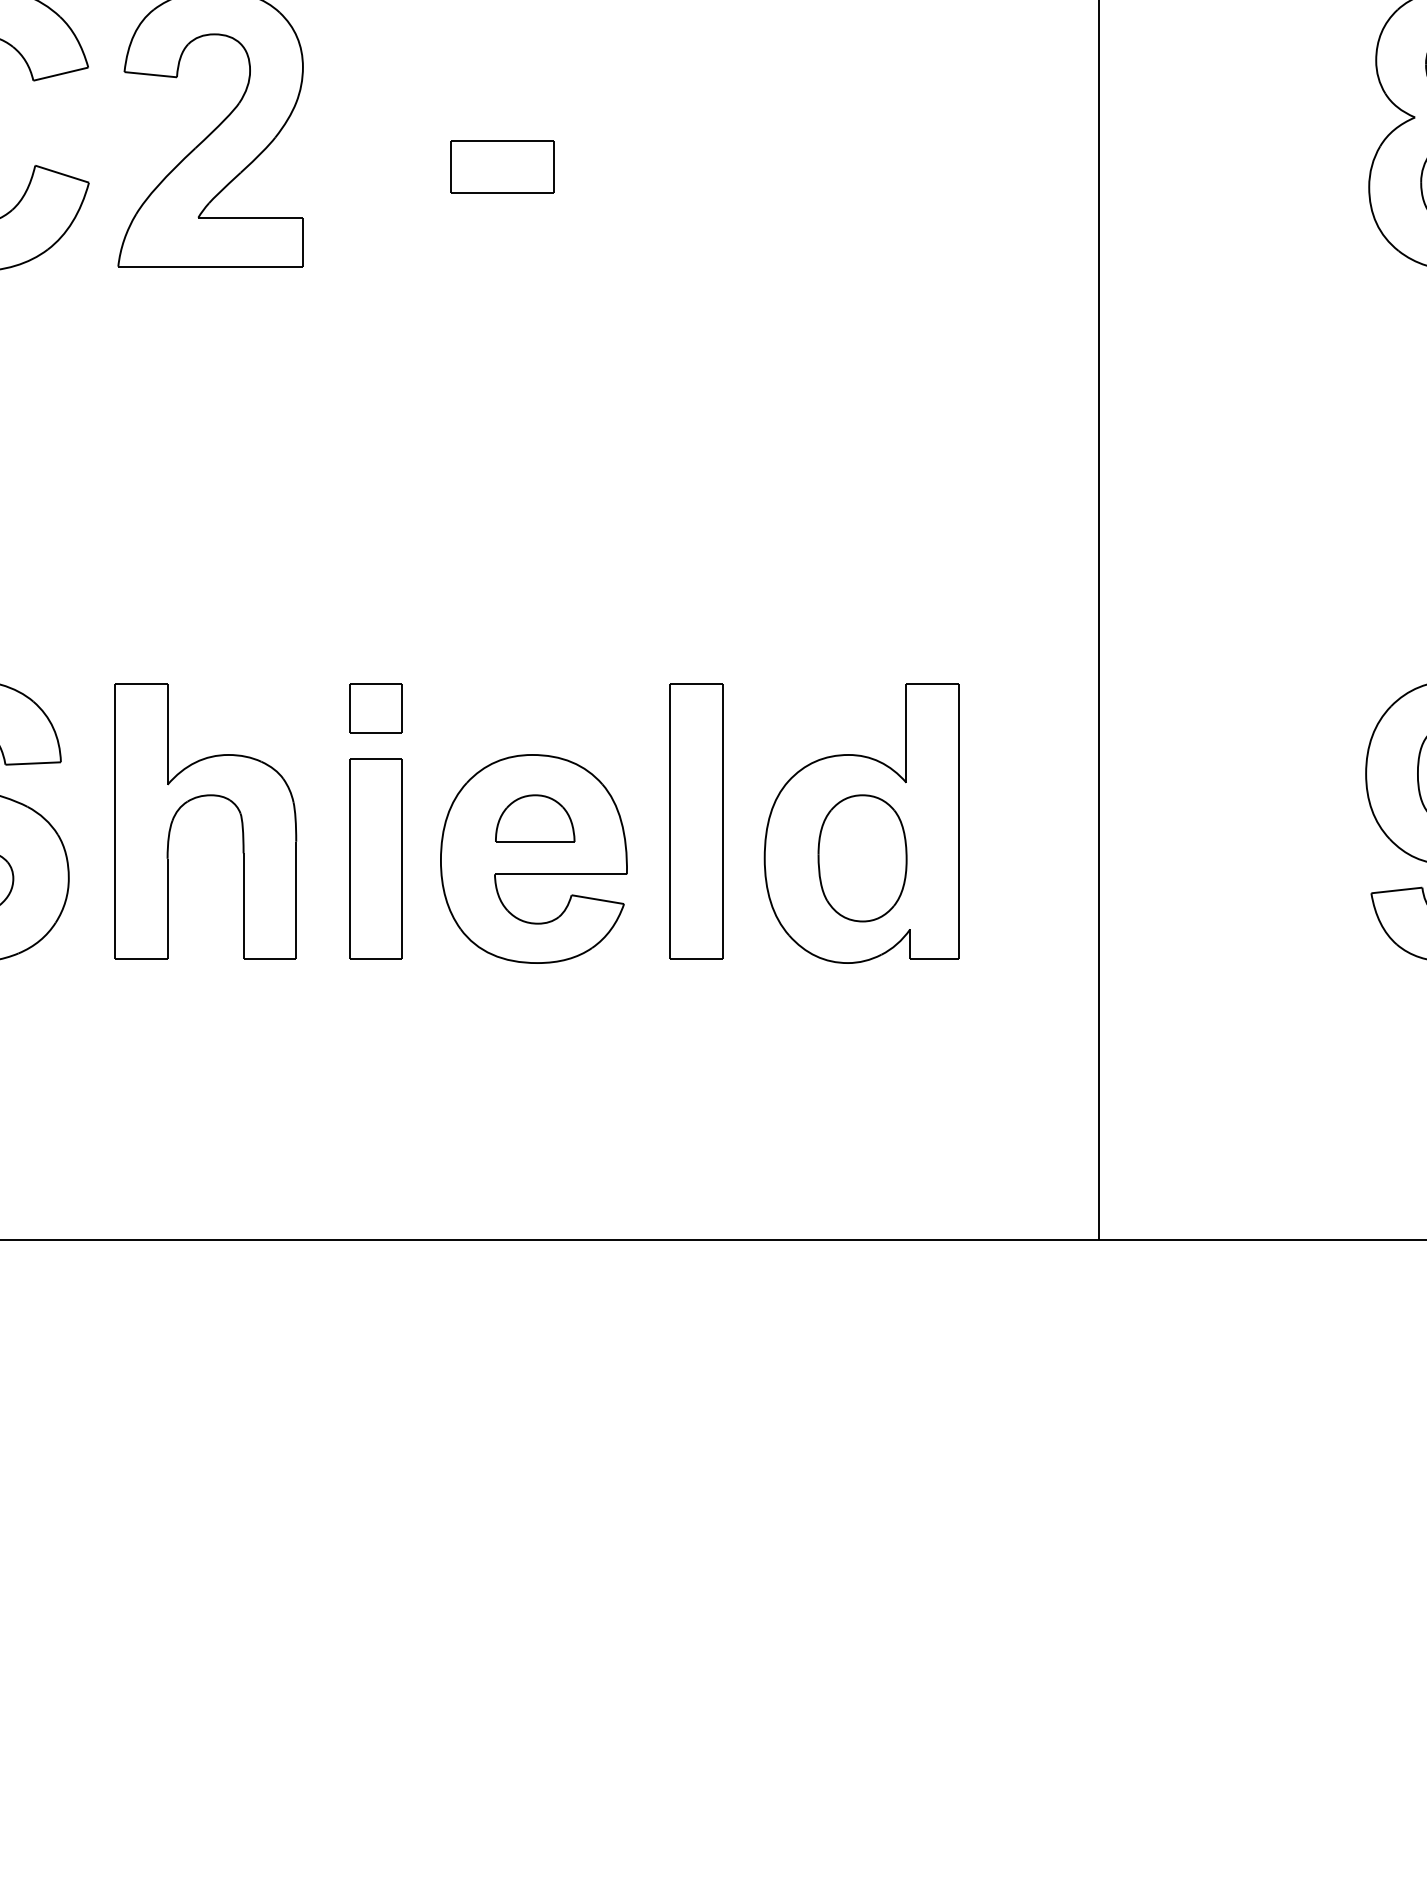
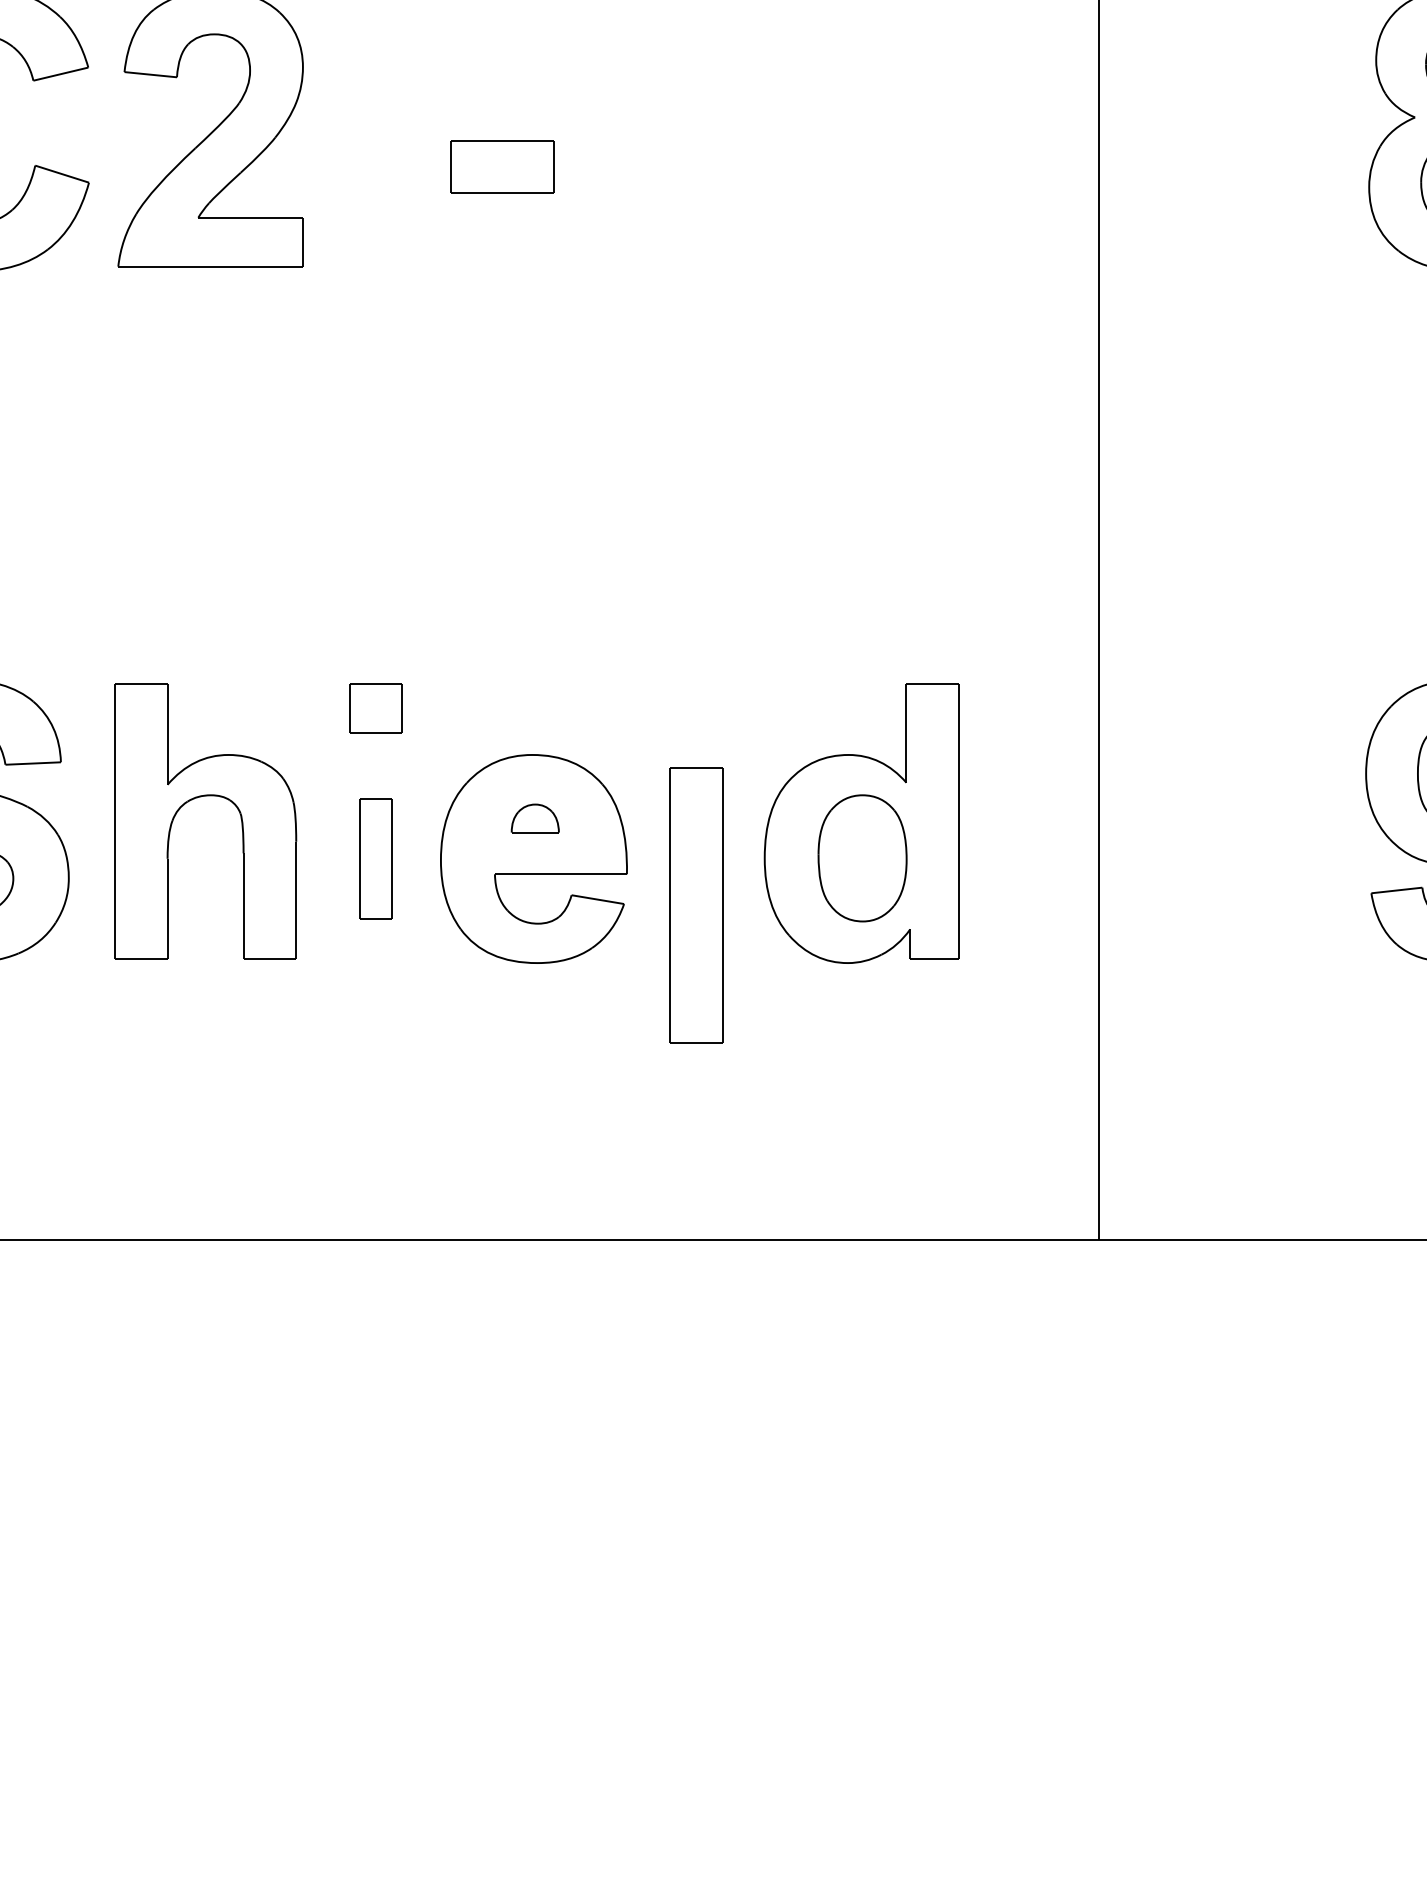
part at (535, 818) size: 81x49 px -> 50x31 px
part at (696, 821) position: (696, 821) -> (696, 905)
part at (375, 858) size: 54x202 px -> 34x122 px
